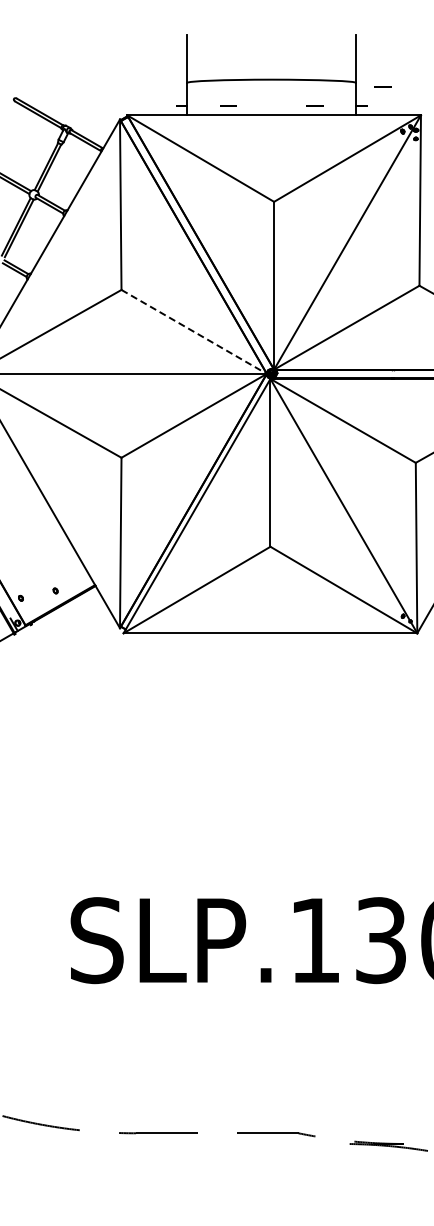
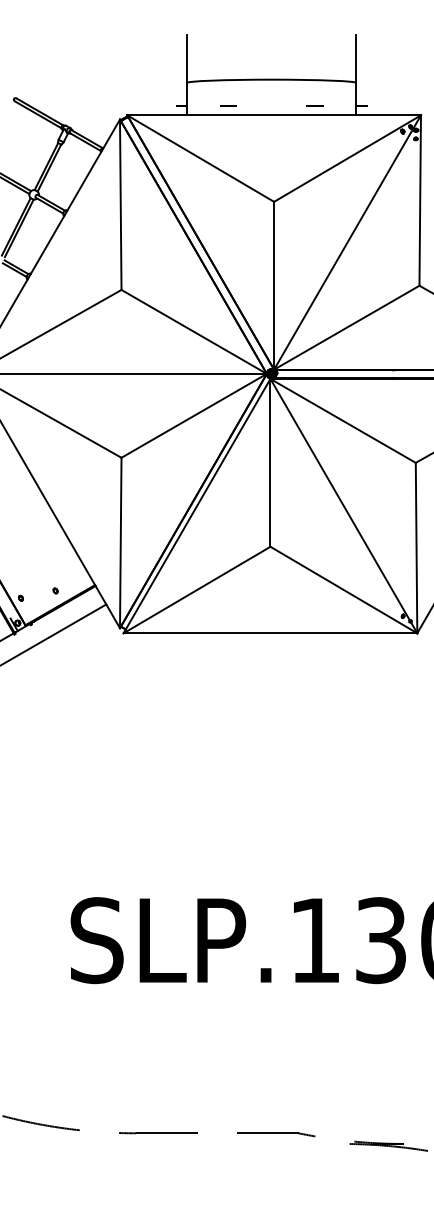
line at (382, 86): present -> none
line at (193, 331): dashed -> solid
line at (54, 634): none -> present
